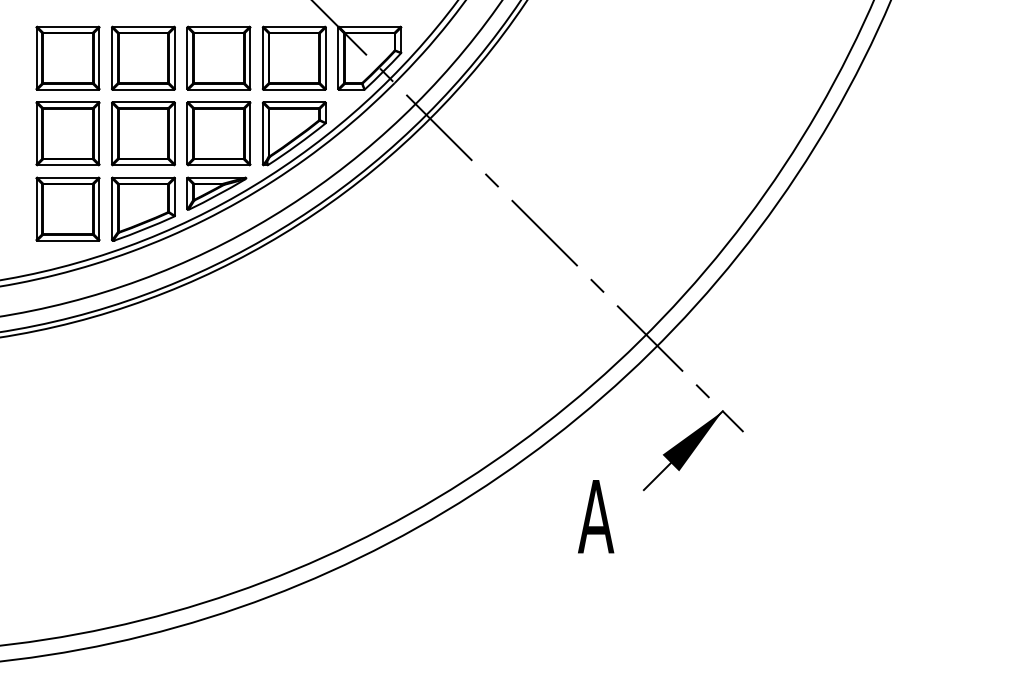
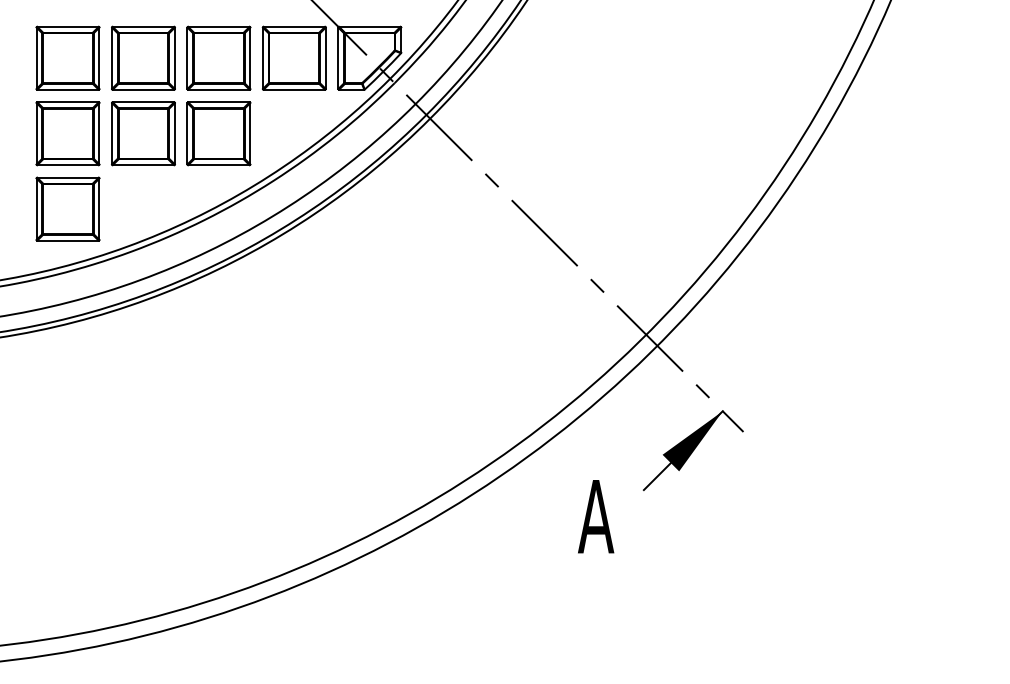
part at (293, 133): present -> none
part at (216, 193): present -> none
part at (143, 208): present -> none
